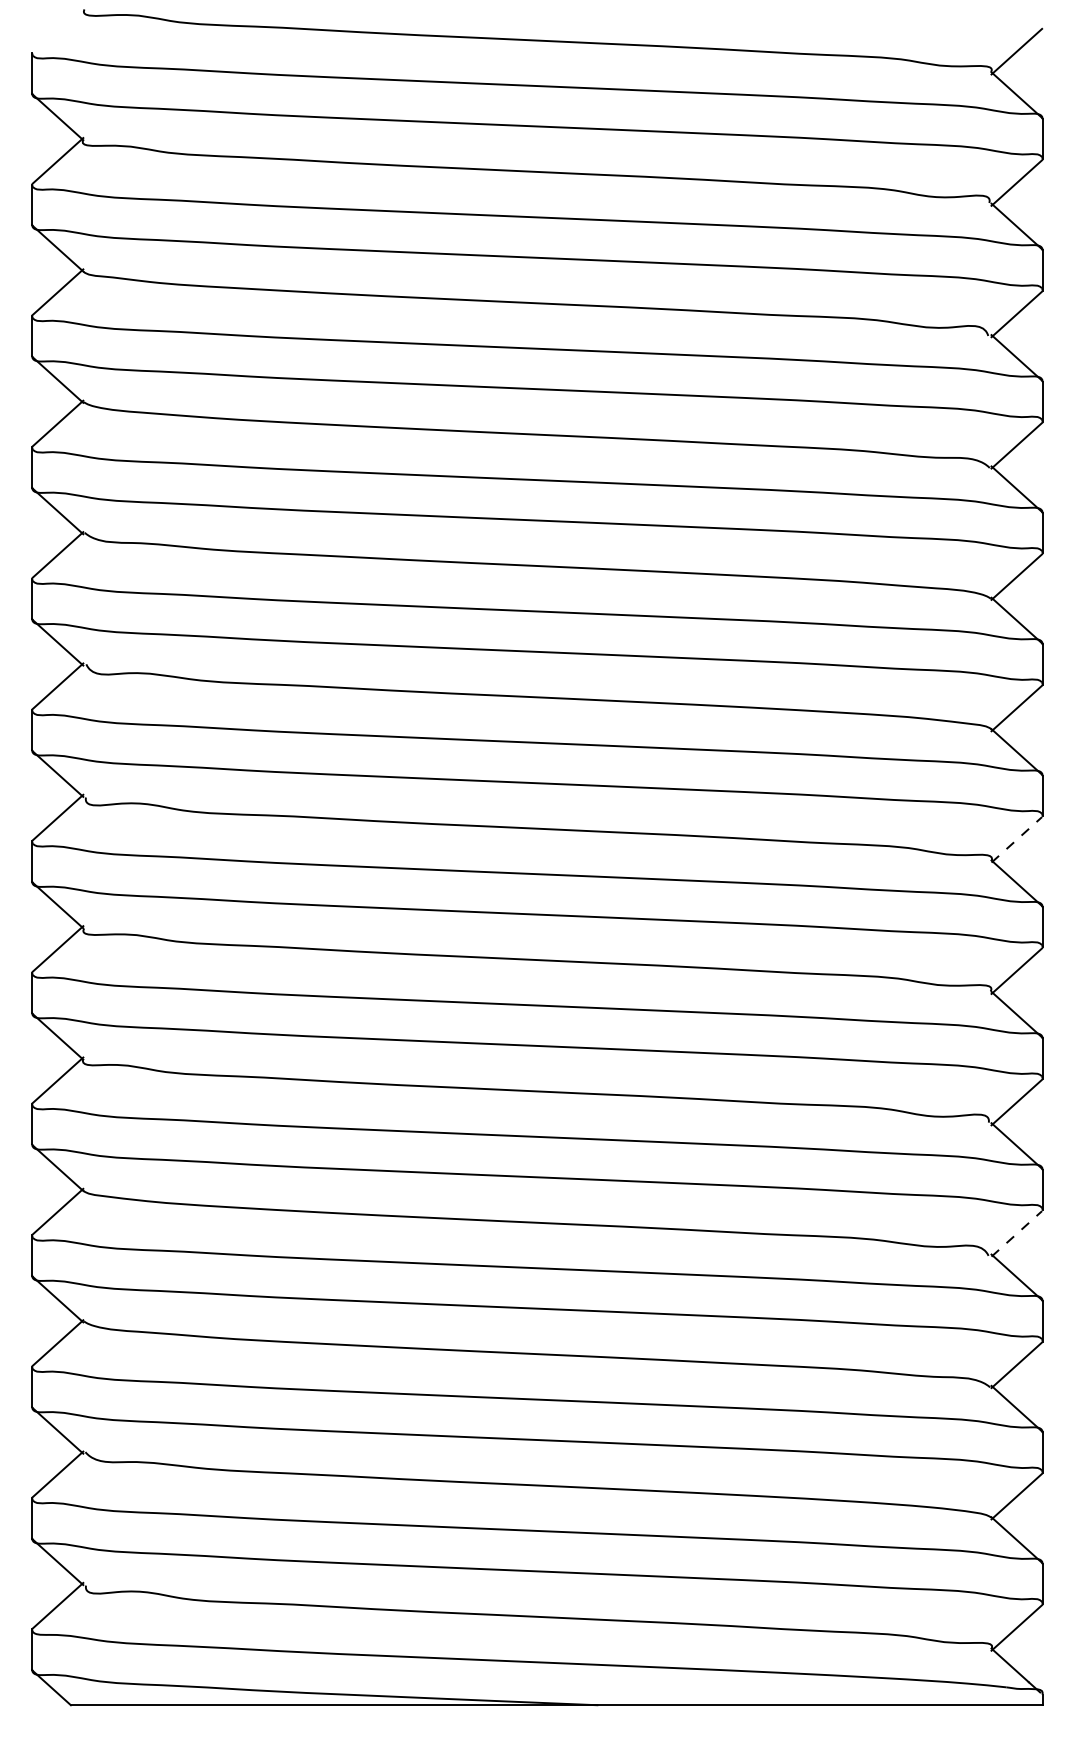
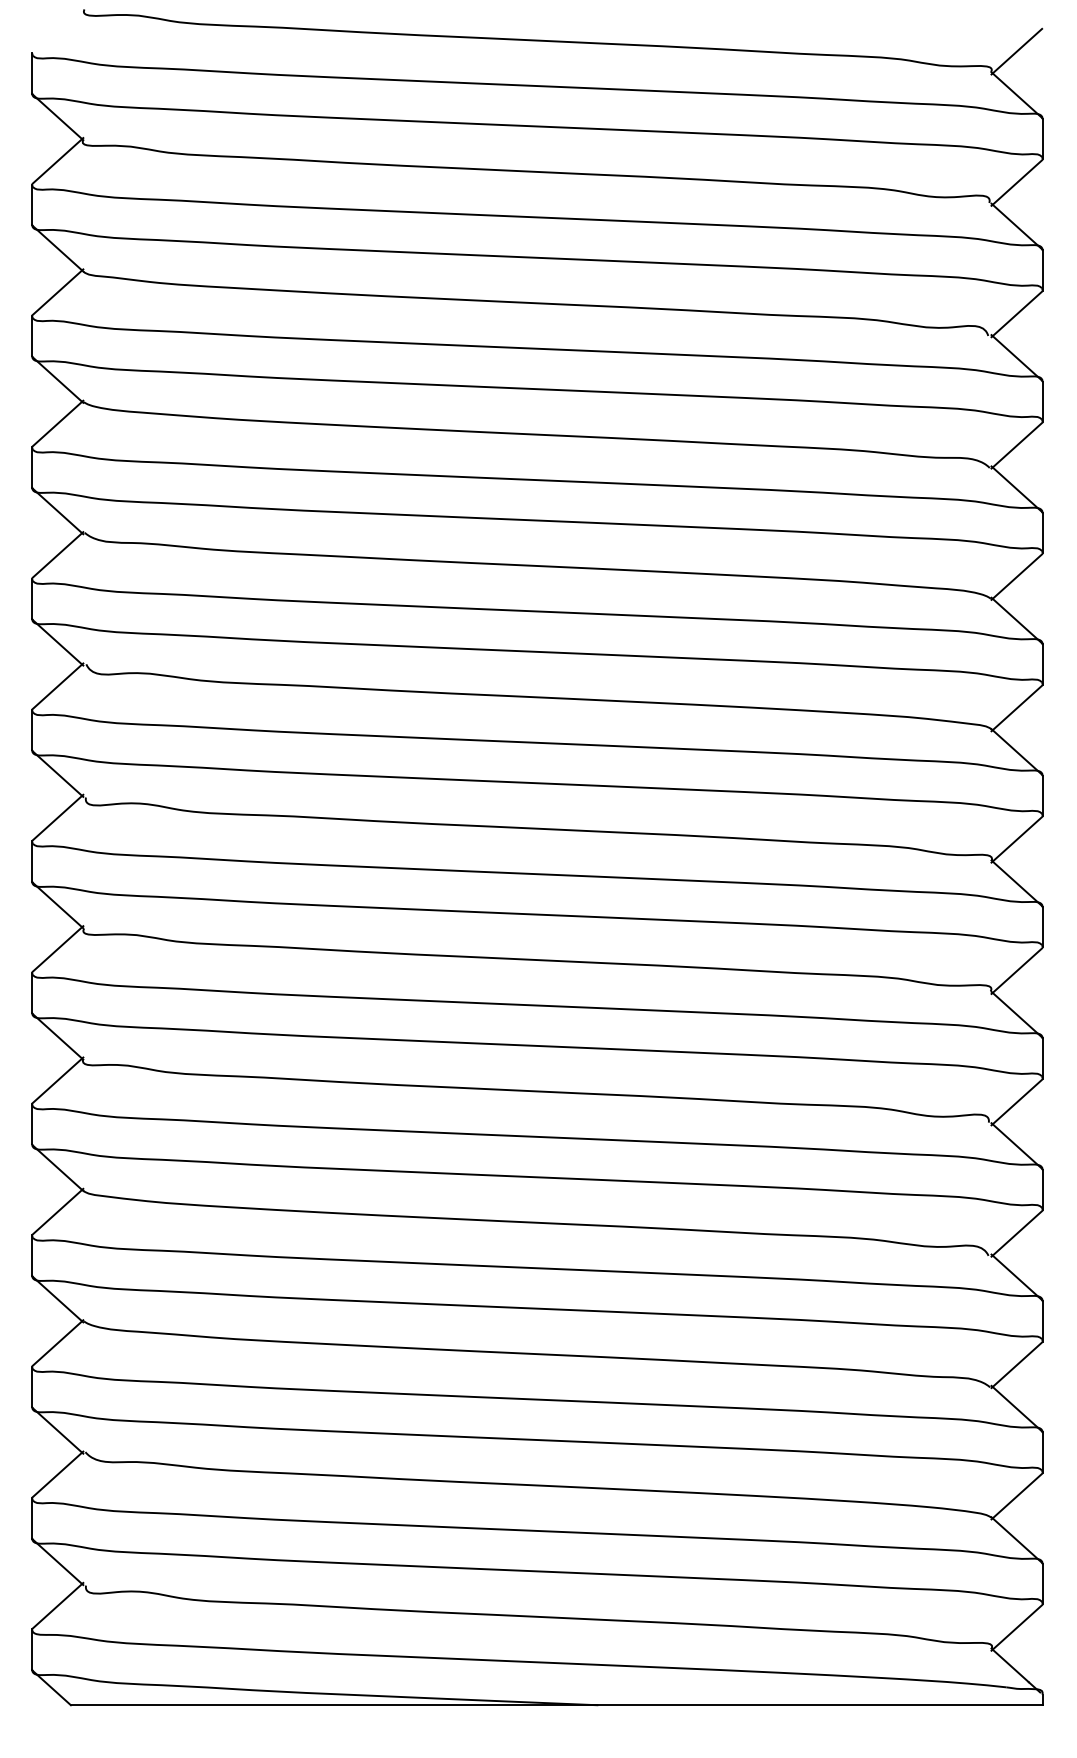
line at (1017, 839): dashed -> solid
line at (1017, 1233): dashed -> solid
